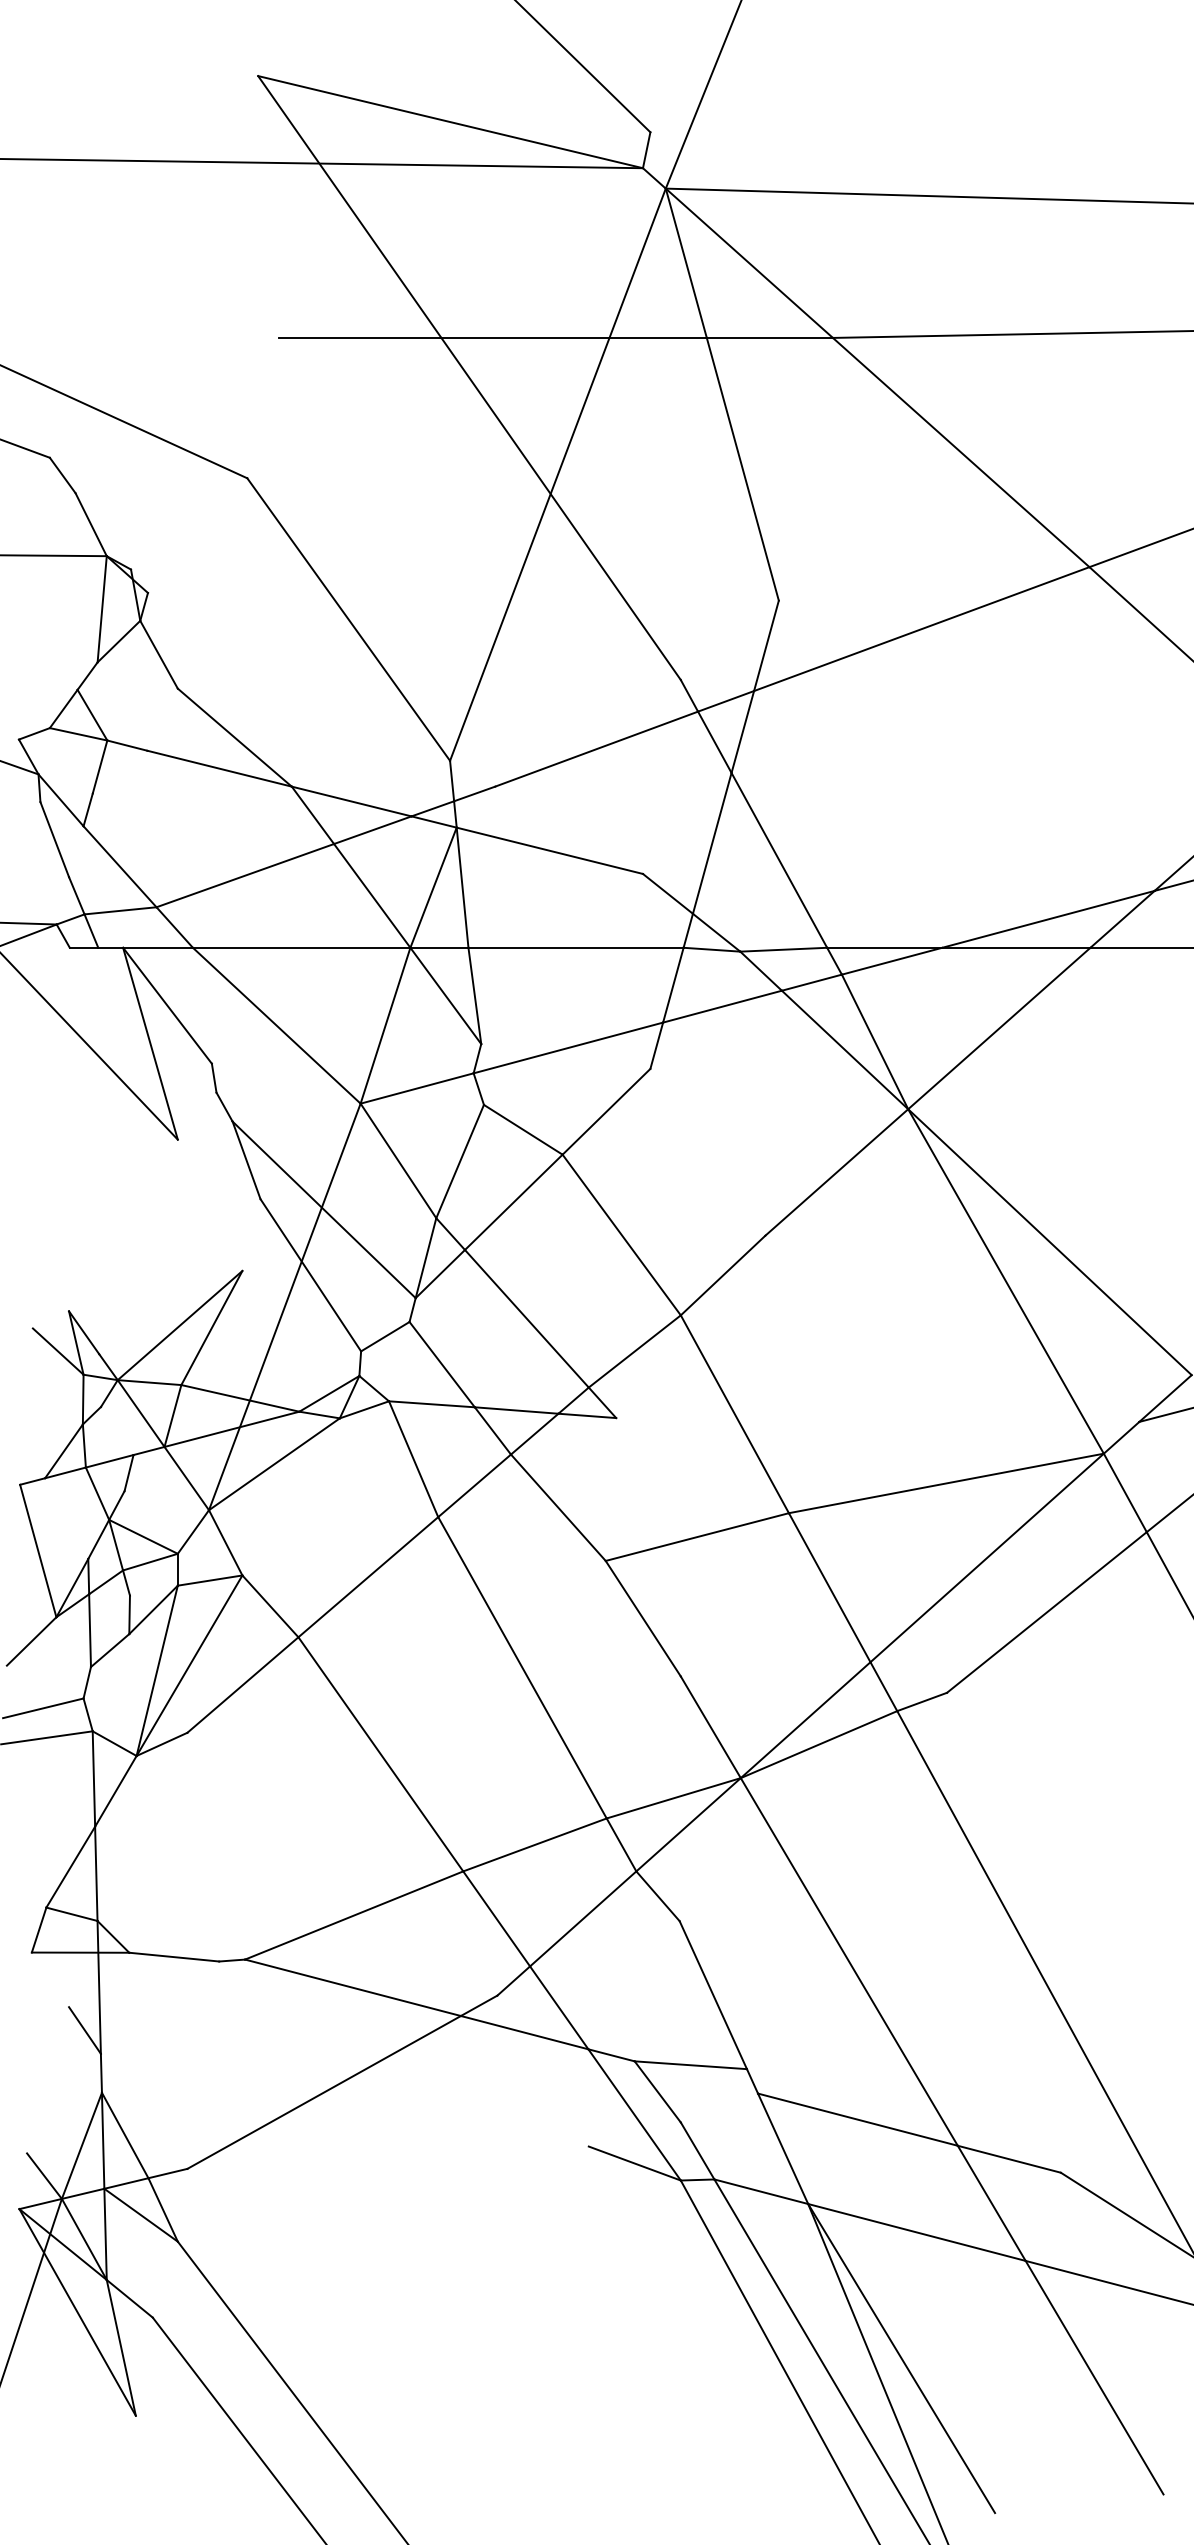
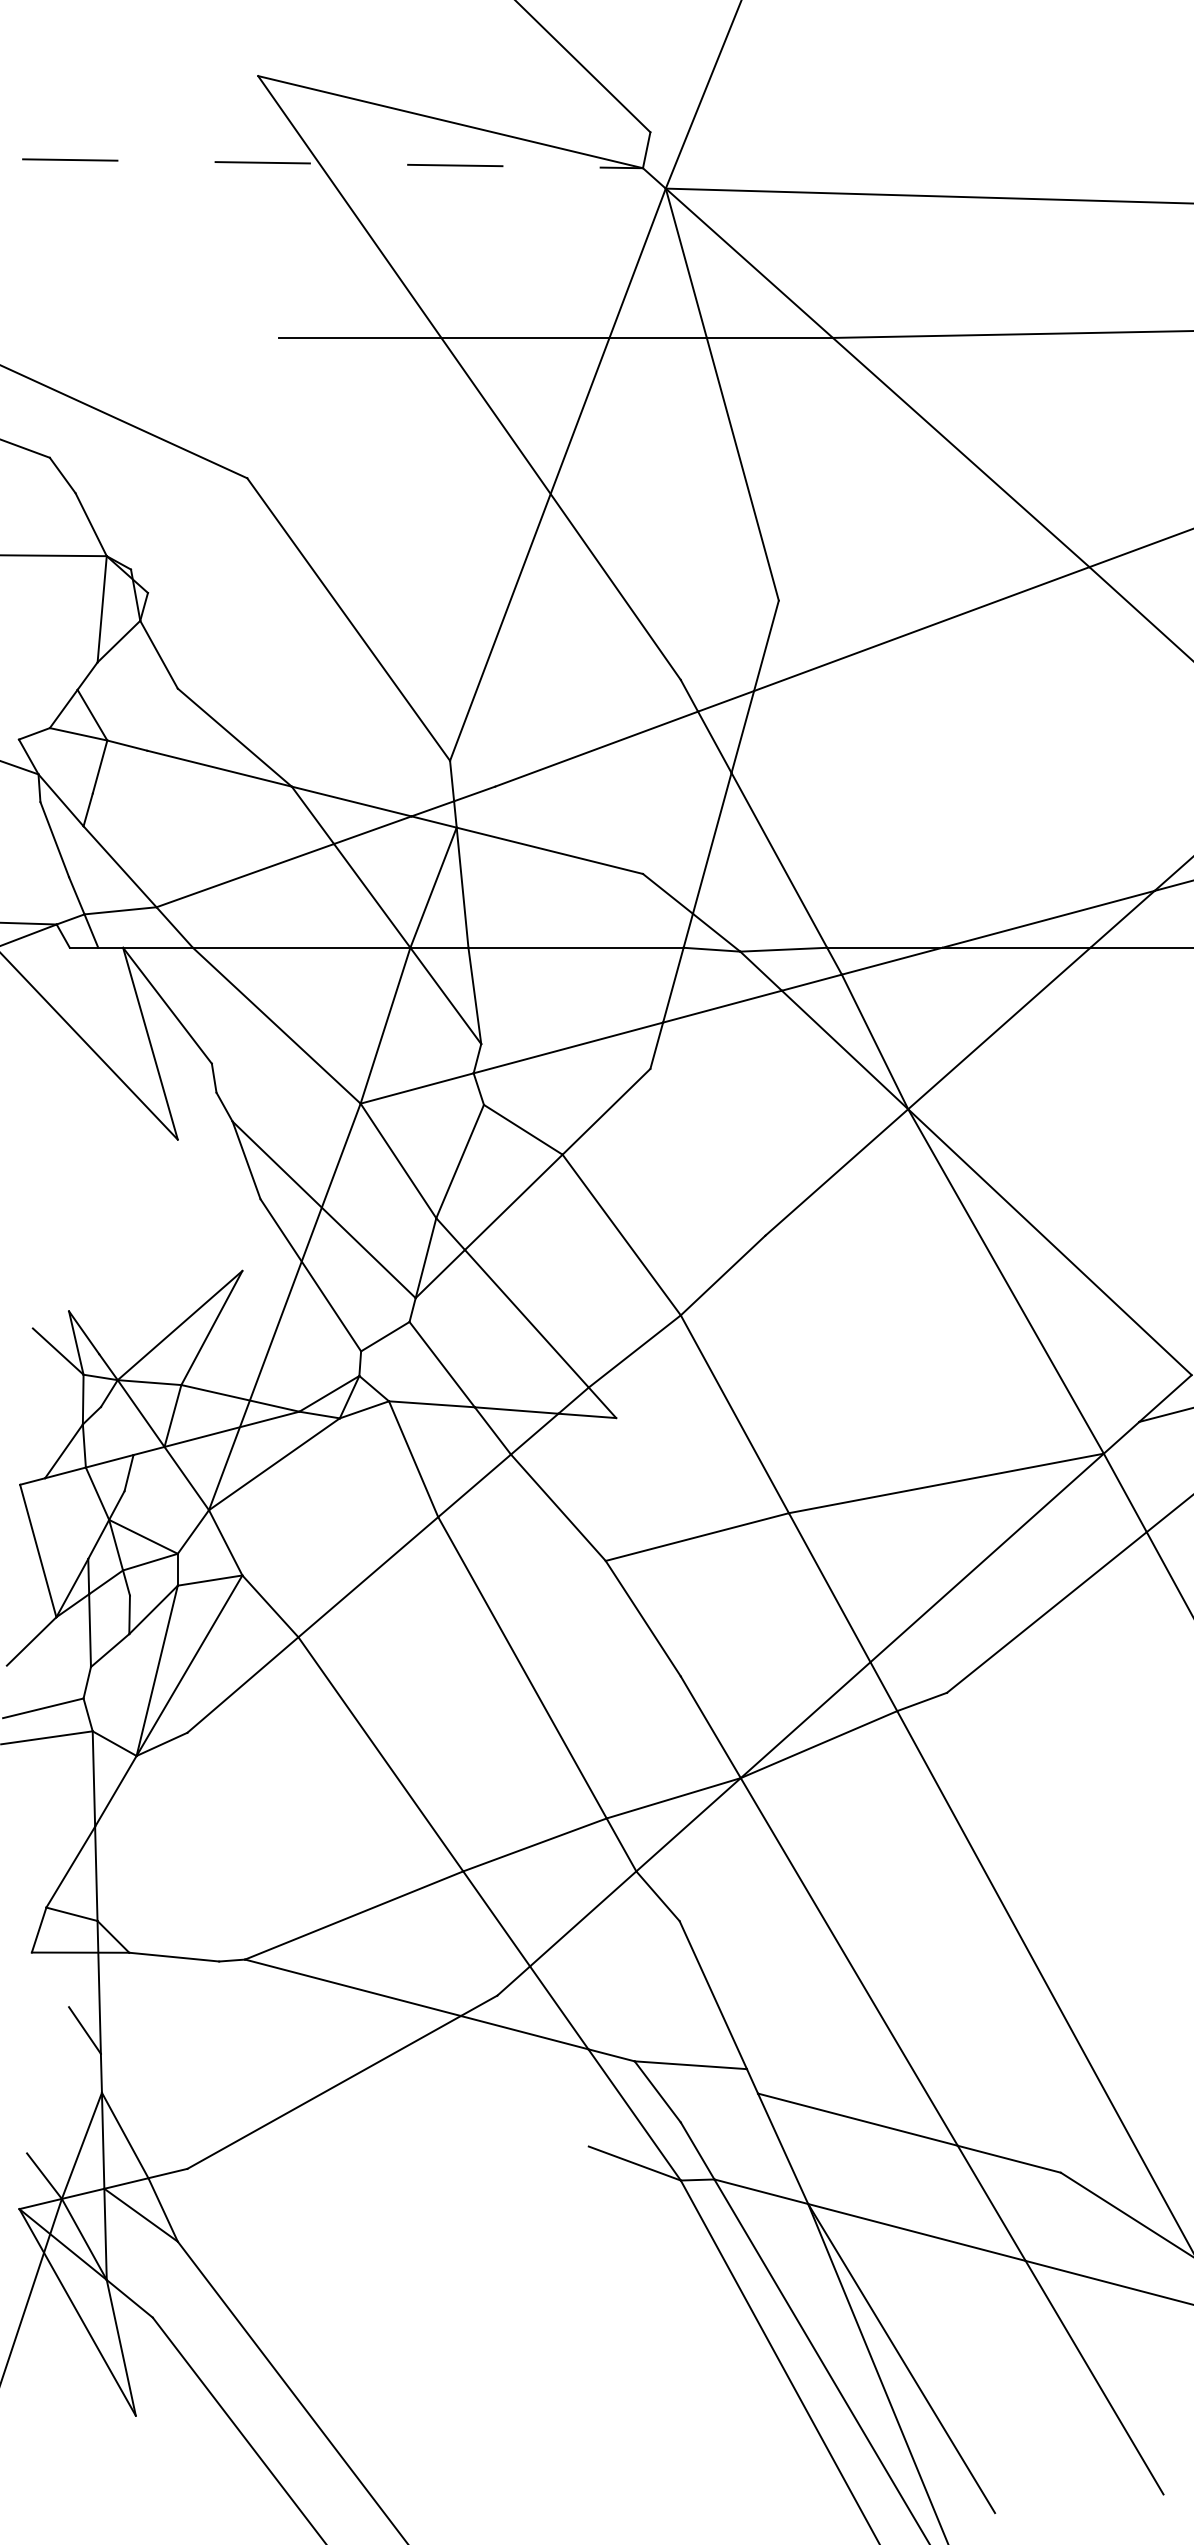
line at (322, 163): solid -> dashed
